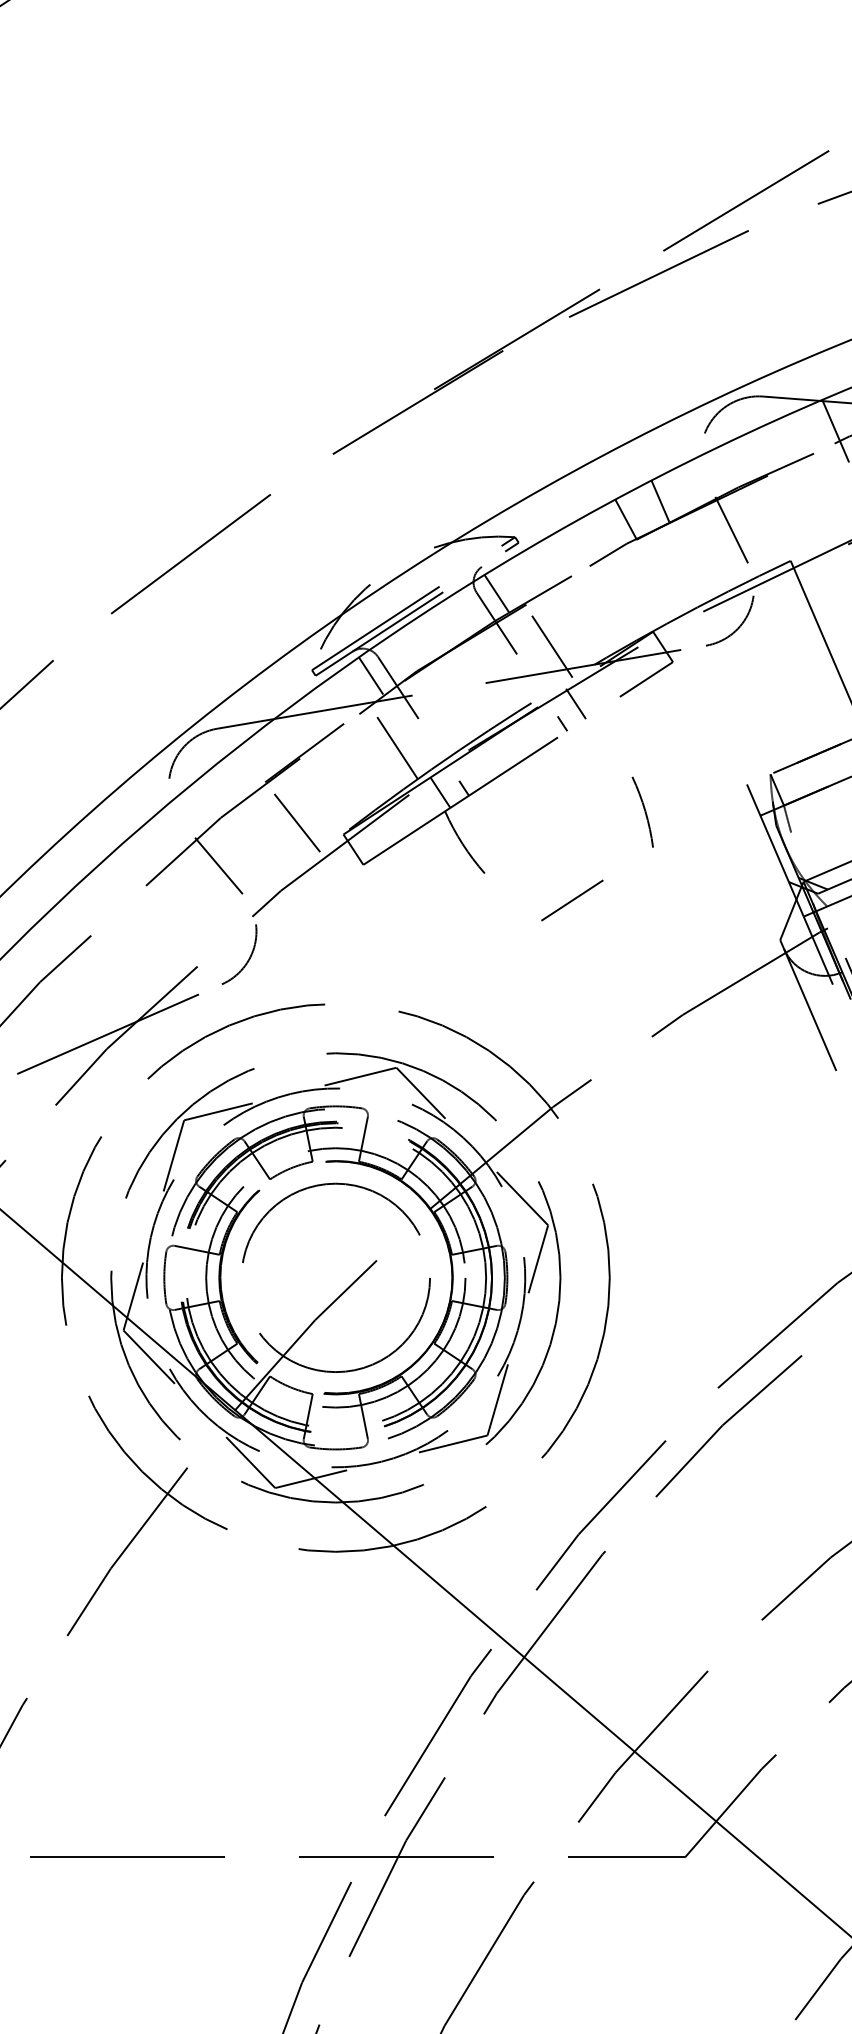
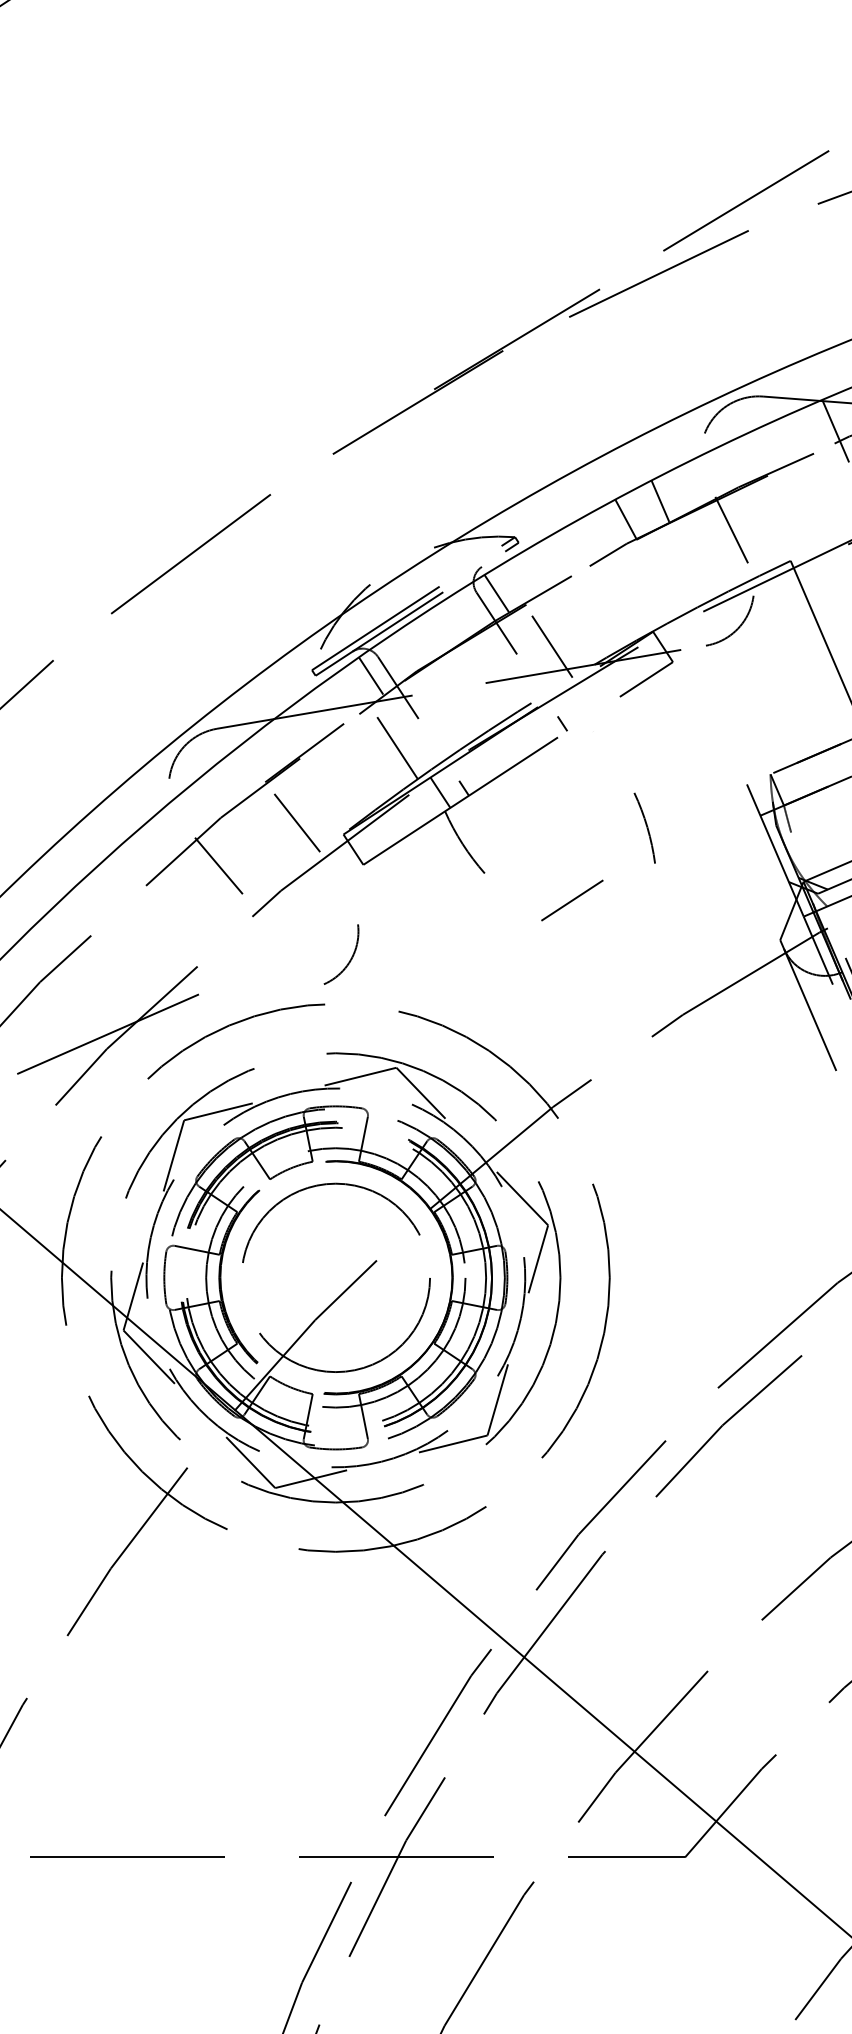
line at (576, 703): present -> none
arc at (644, 811) position: (644, 811) -> (646, 827)
arc at (248, 958) position: (248, 958) -> (350, 958)
